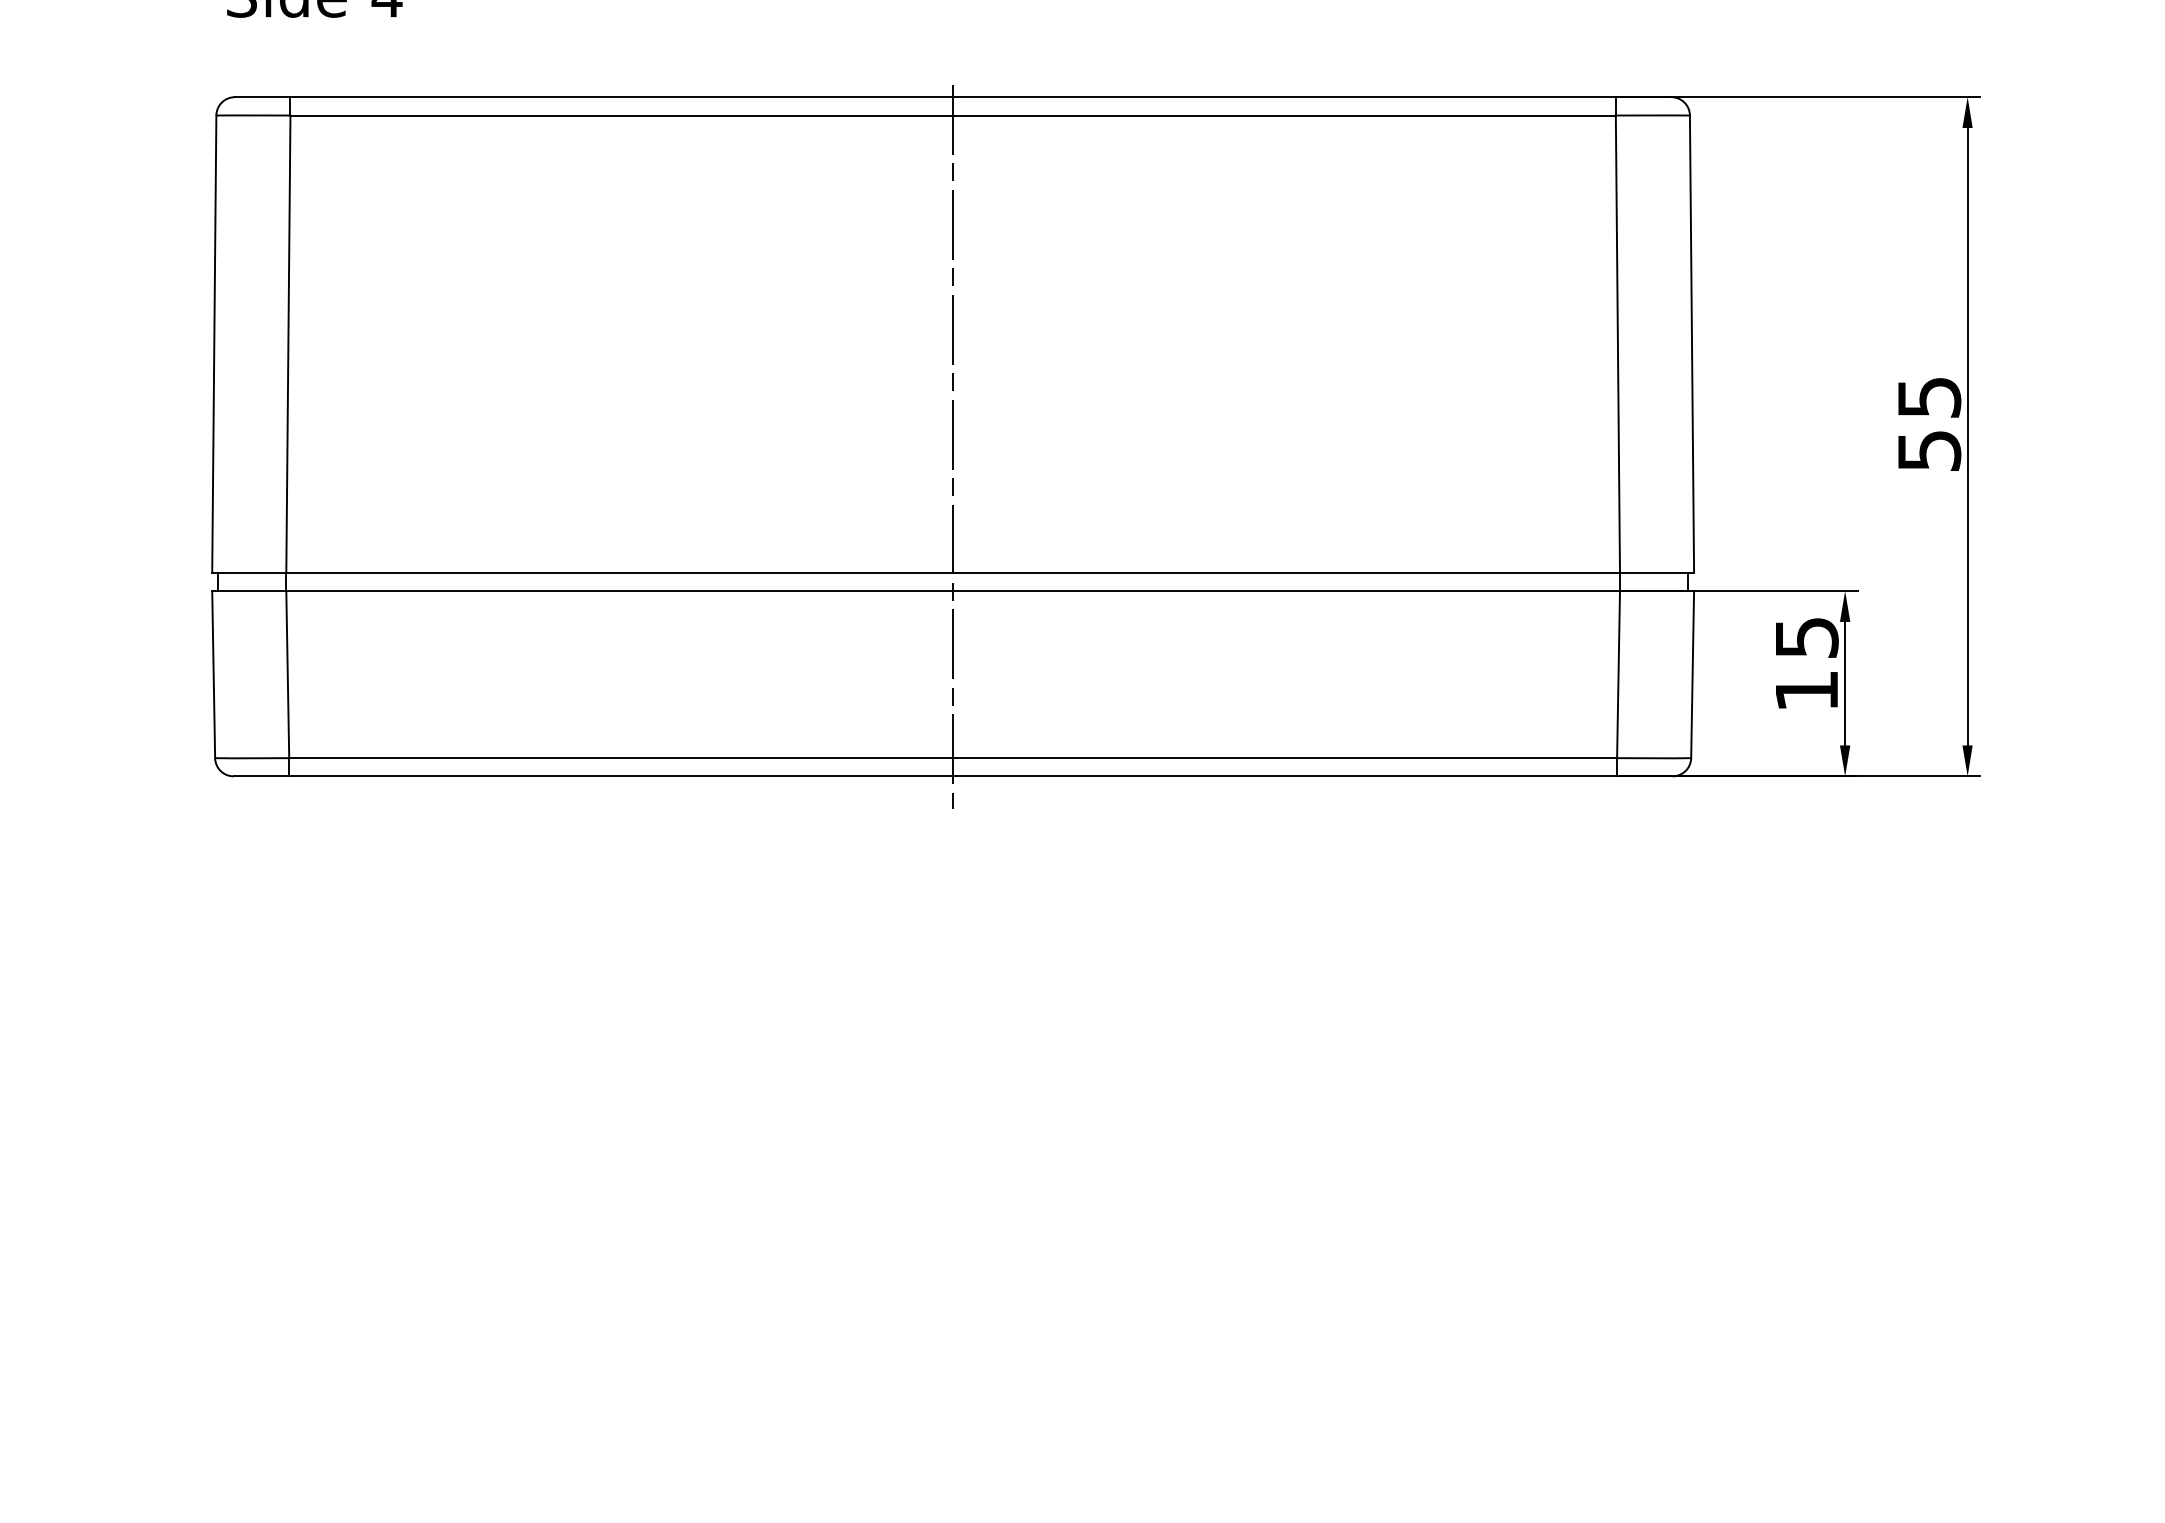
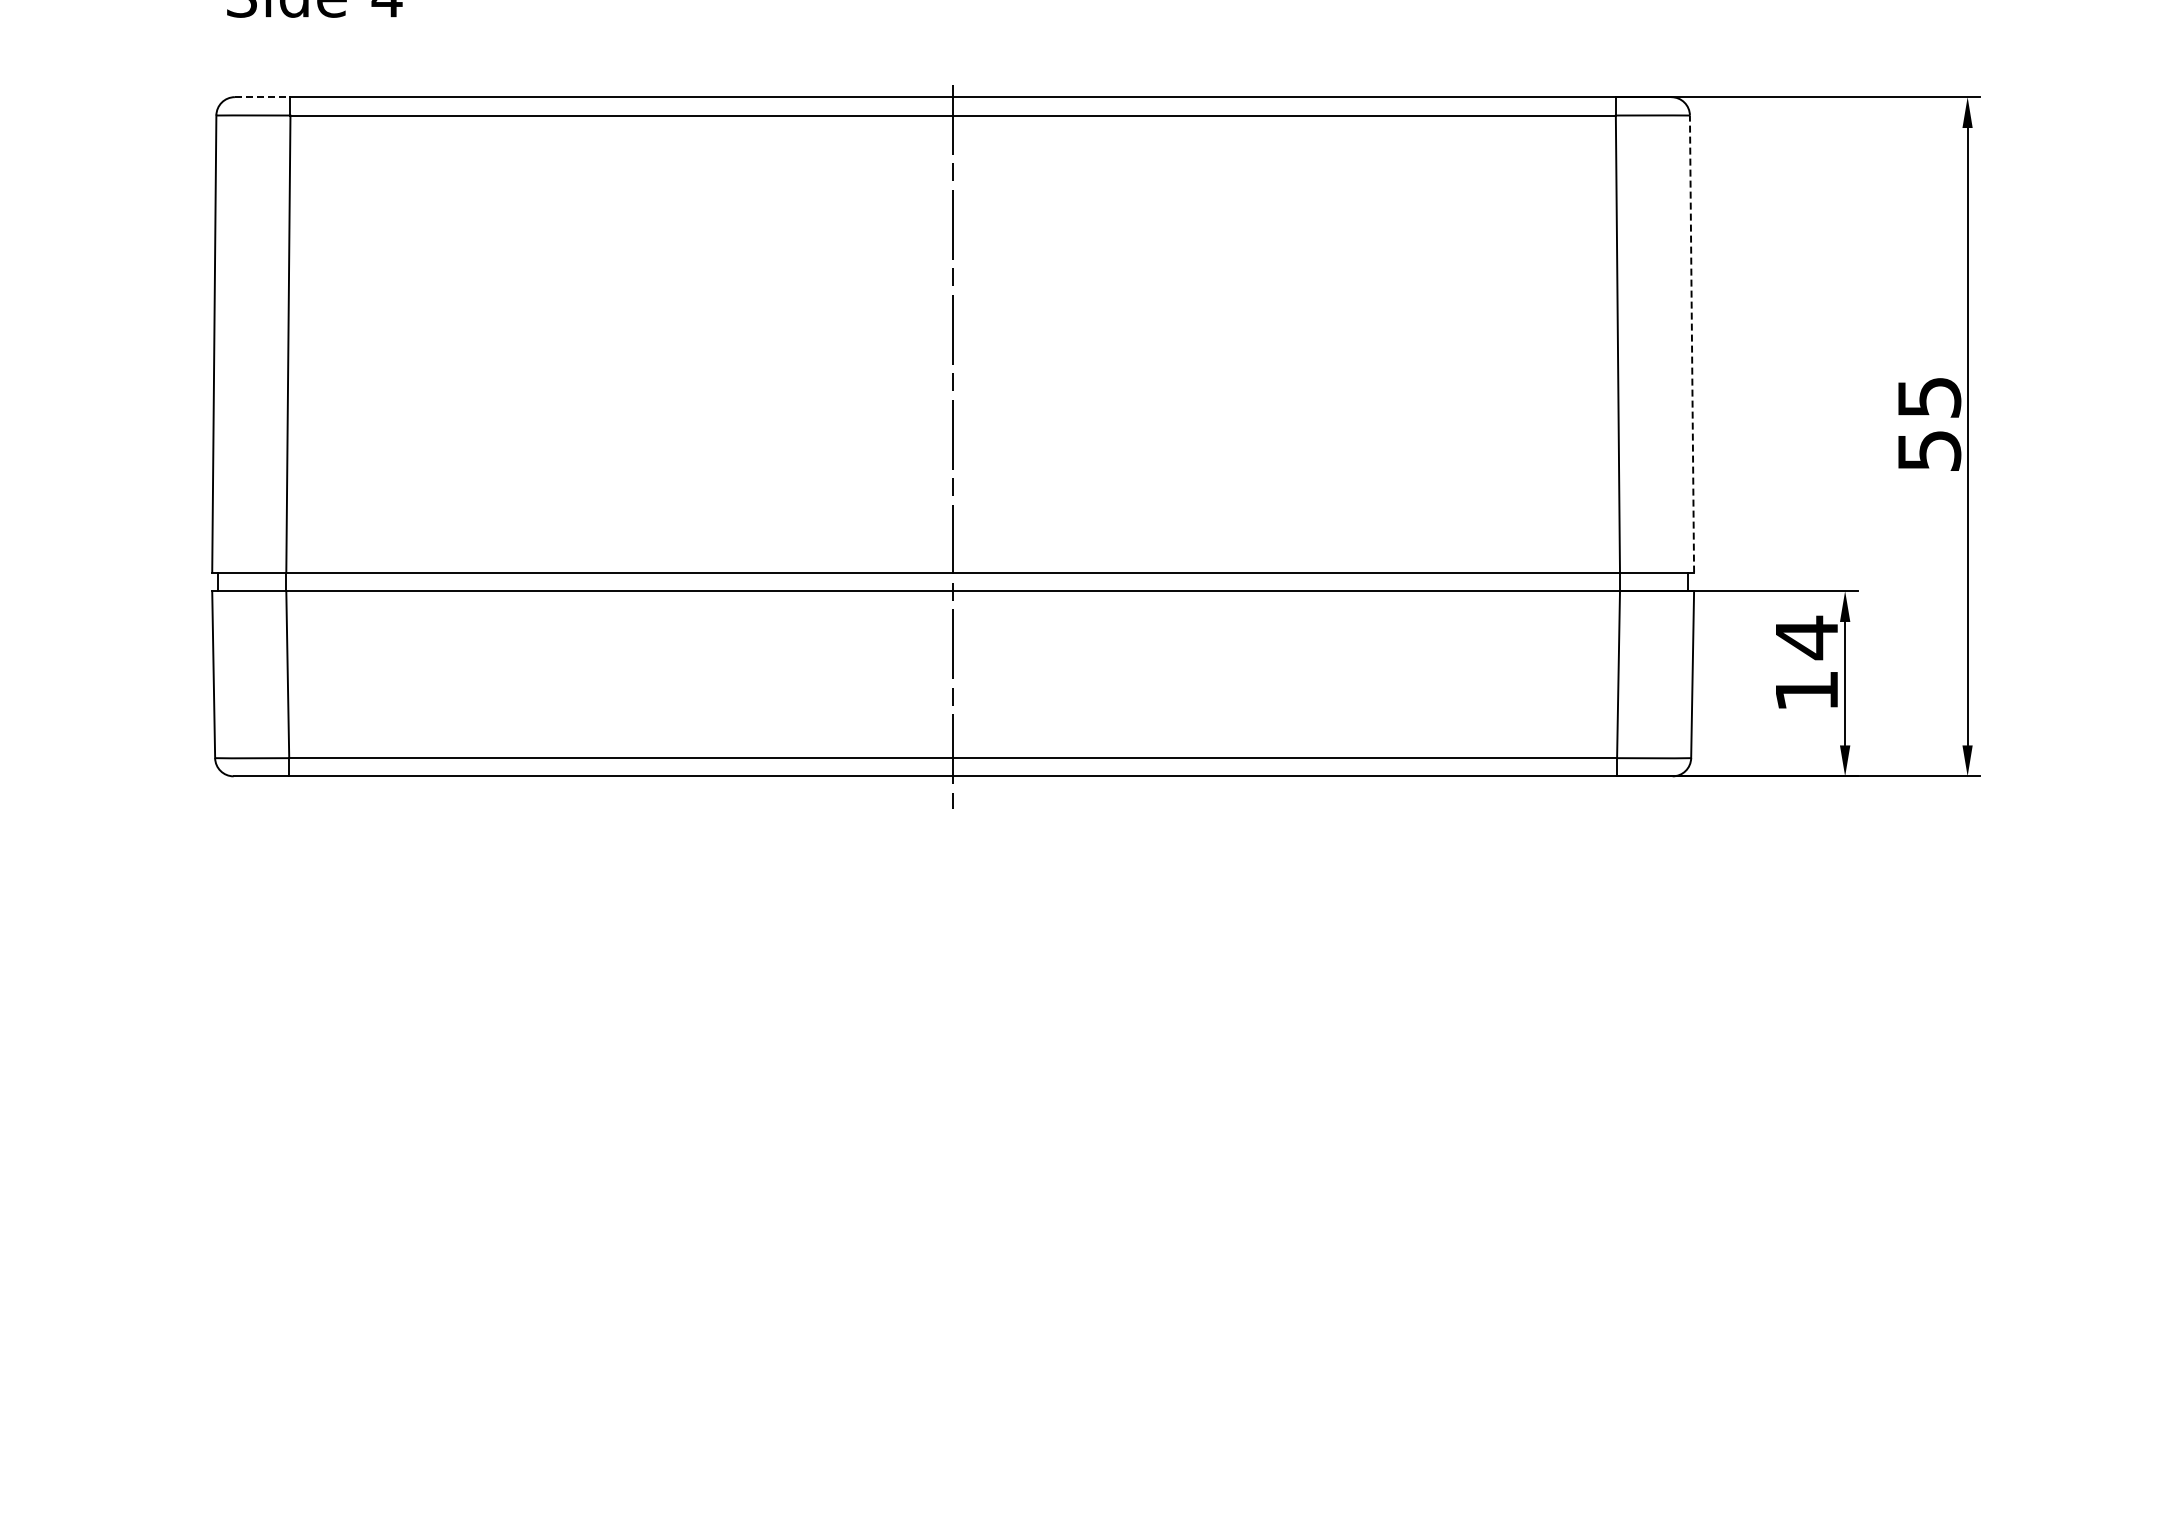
line at (262, 97): solid -> dashed
line at (1692, 344): solid -> dashed
text at (1807, 637): 15 -> 14
